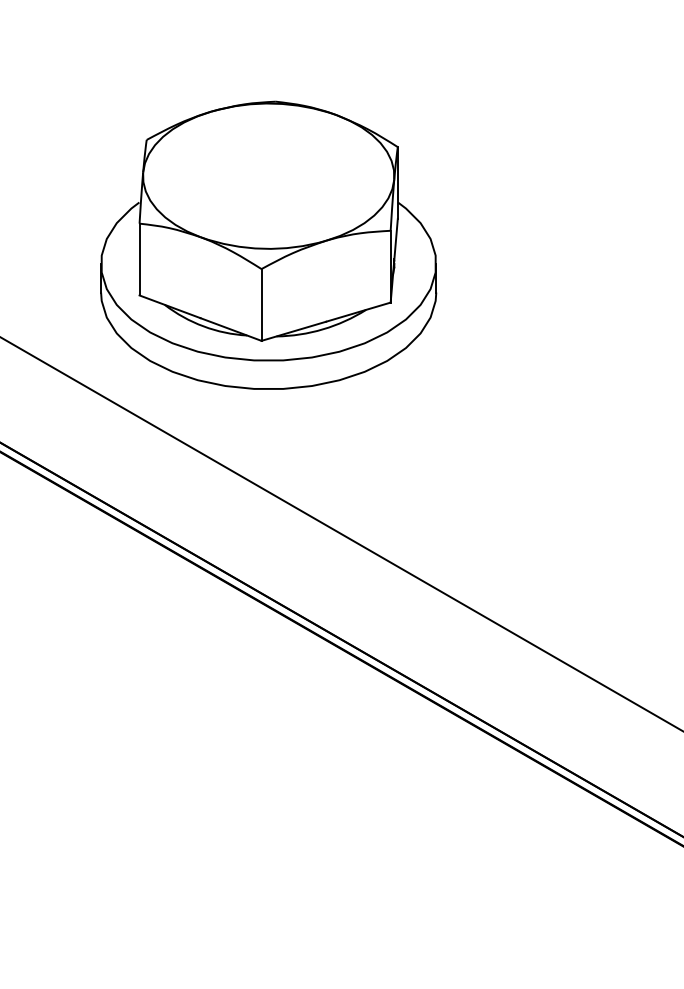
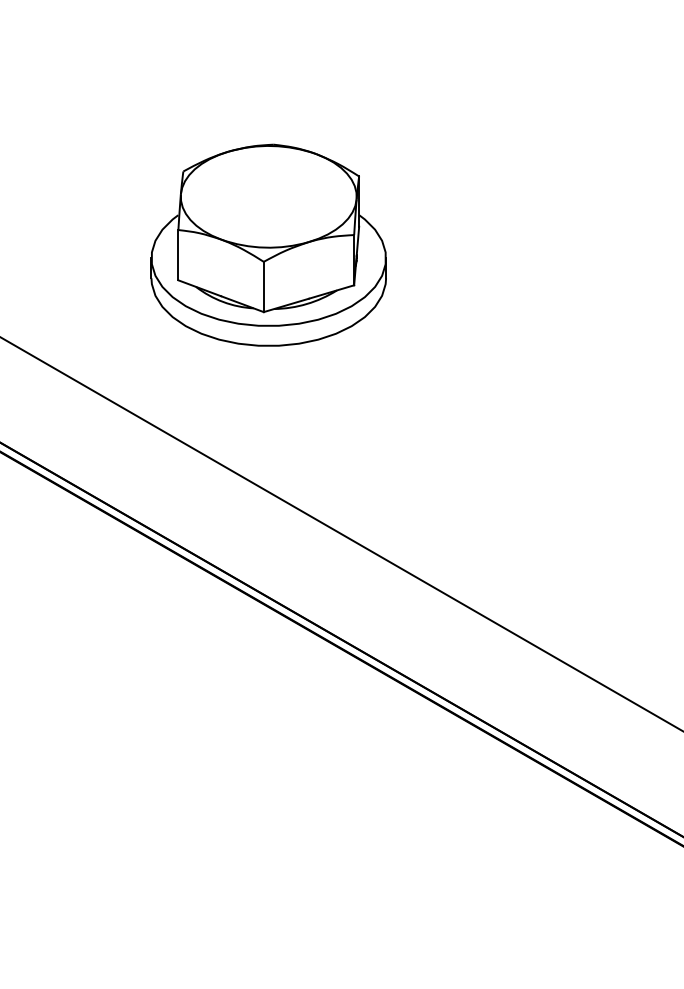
part at (268, 244) size: 338x290 px -> 237x204 px
